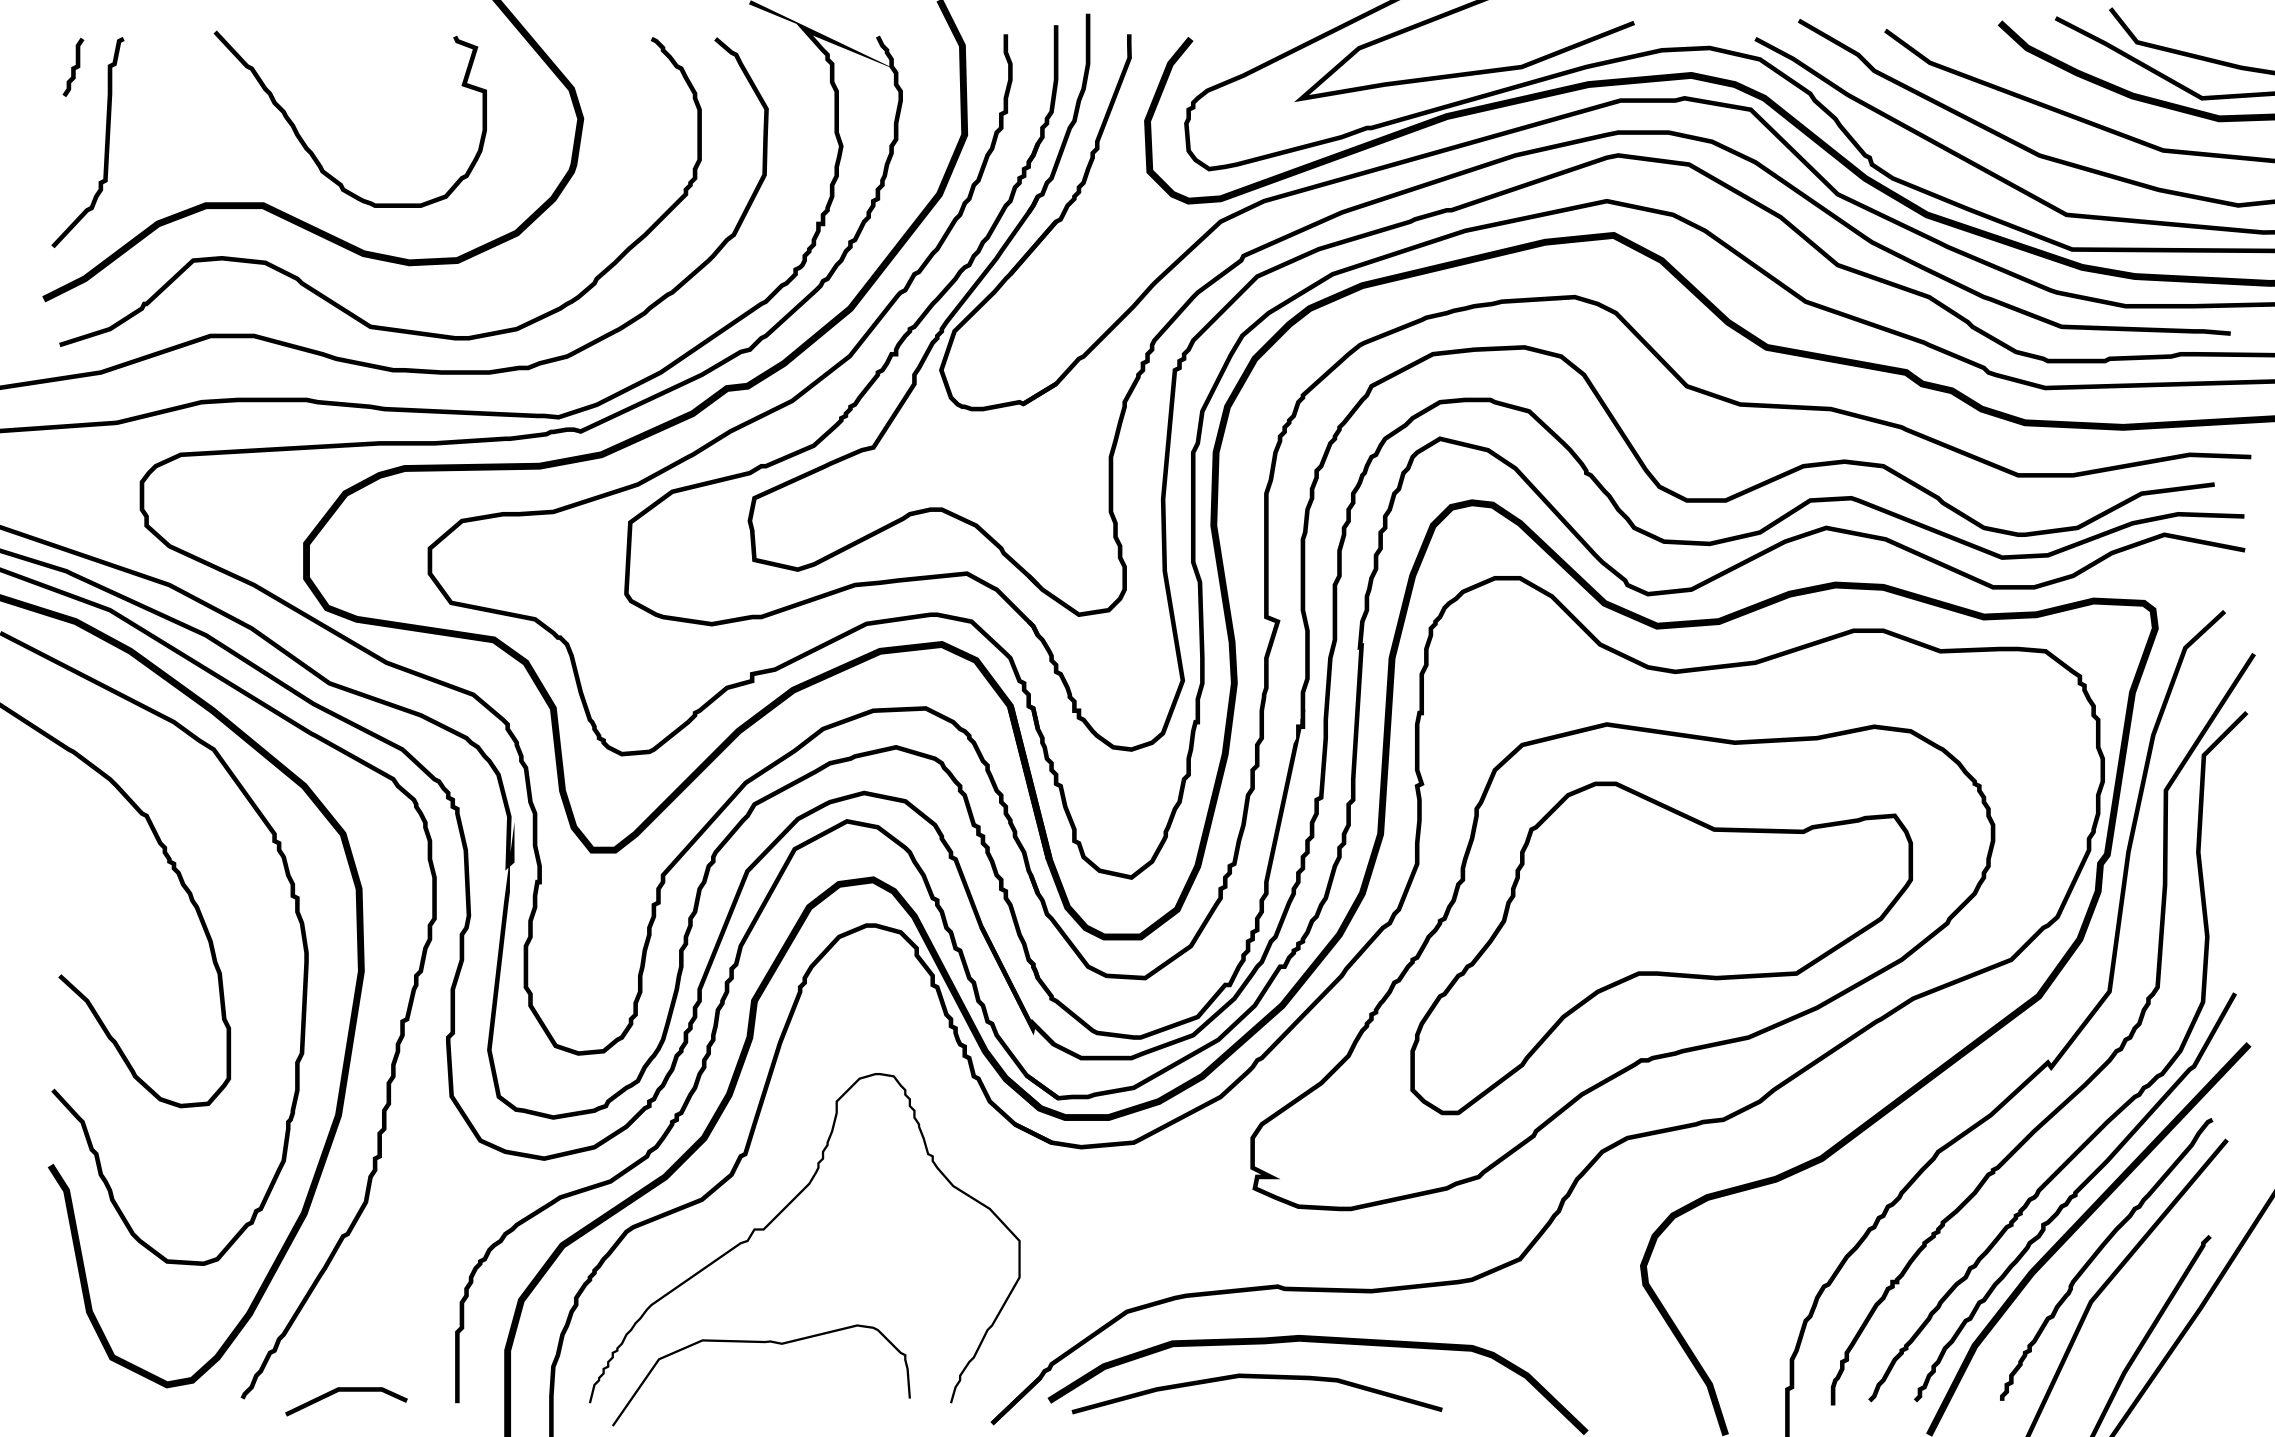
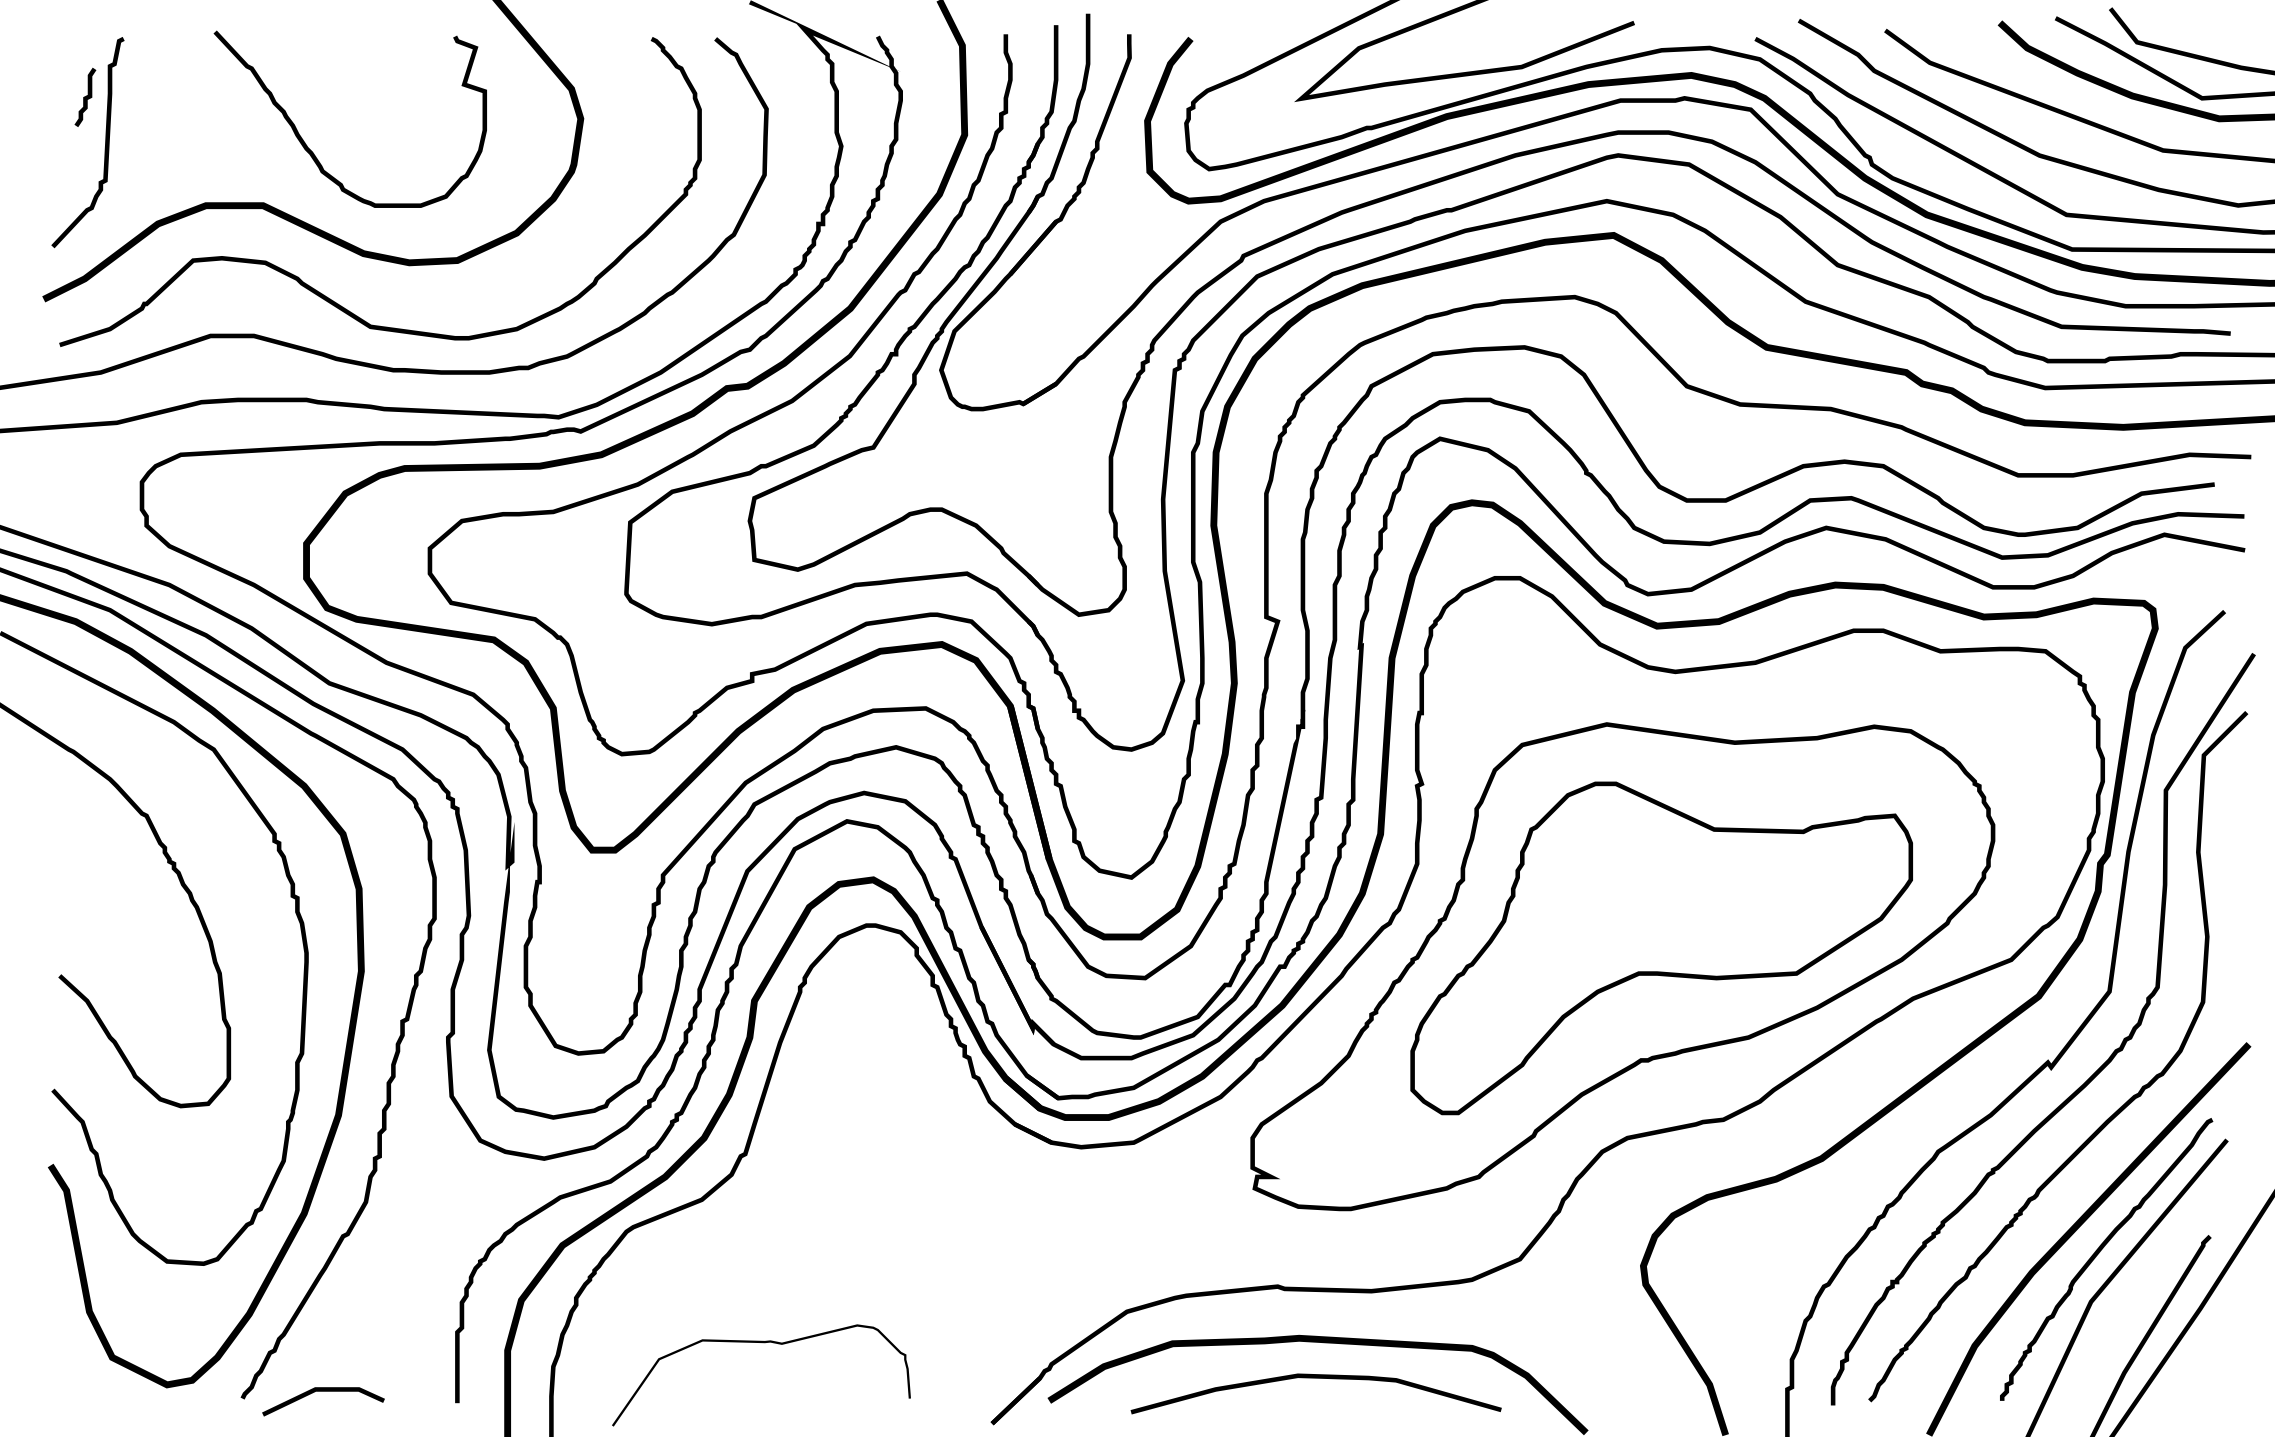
curve at (73, 66) position: (73, 66) -> (85, 96)
curve at (2075, 1197): present -> none
curve at (780, 1214): present -> none
curve at (1256, 1378) position: (1256, 1378) -> (1315, 1378)
line at (346, 1391) position: (346, 1391) -> (323, 1391)
